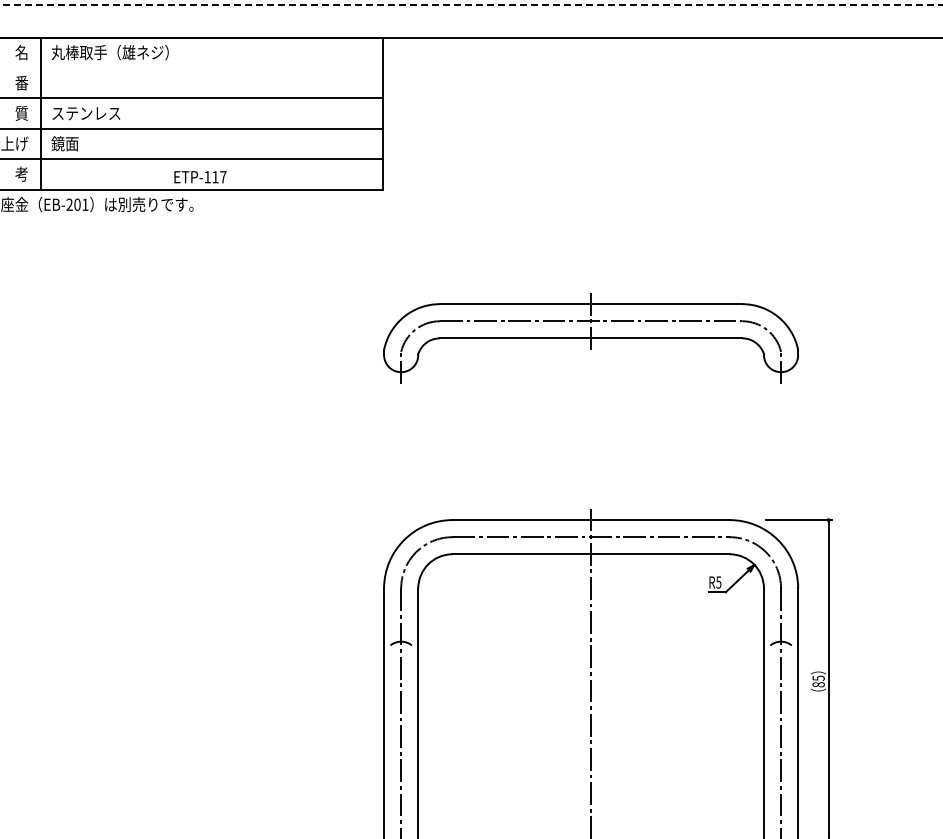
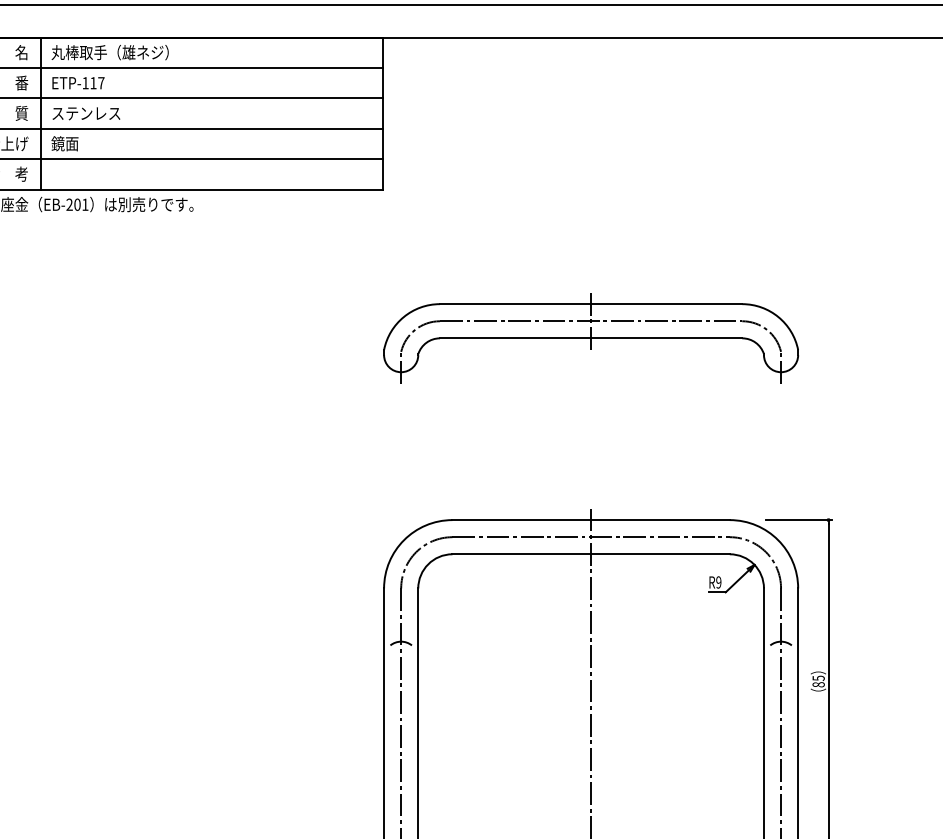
line at (471, 5): dashed -> solid
line at (192, 68): none -> present
text at (200, 177) position: (200, 177) -> (78, 83)
text at (718, 582): R5 -> R9
